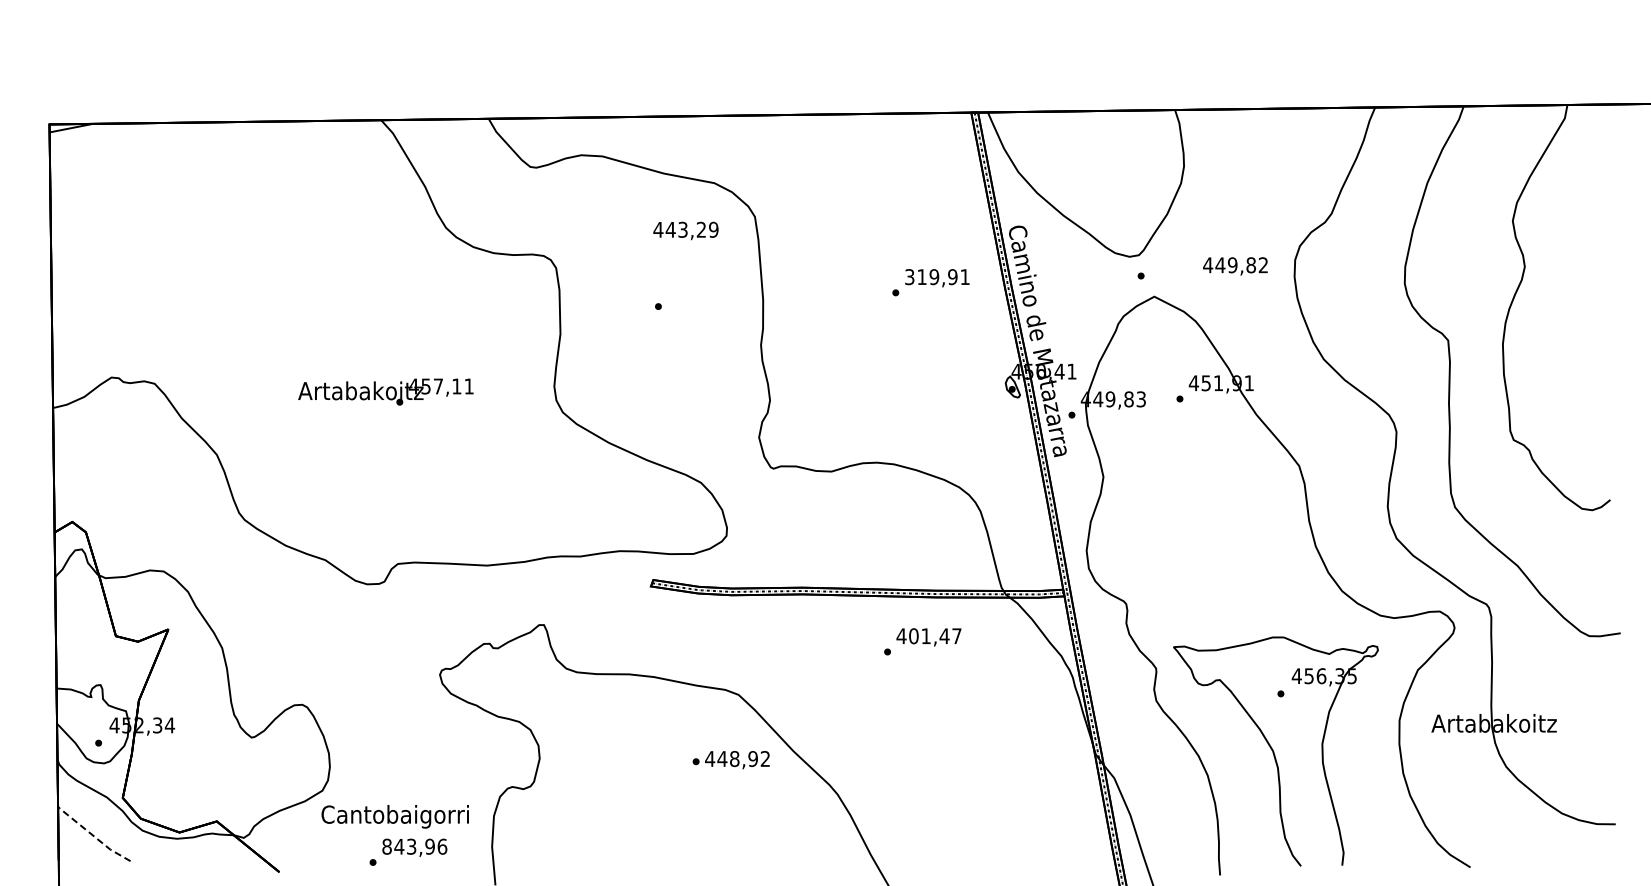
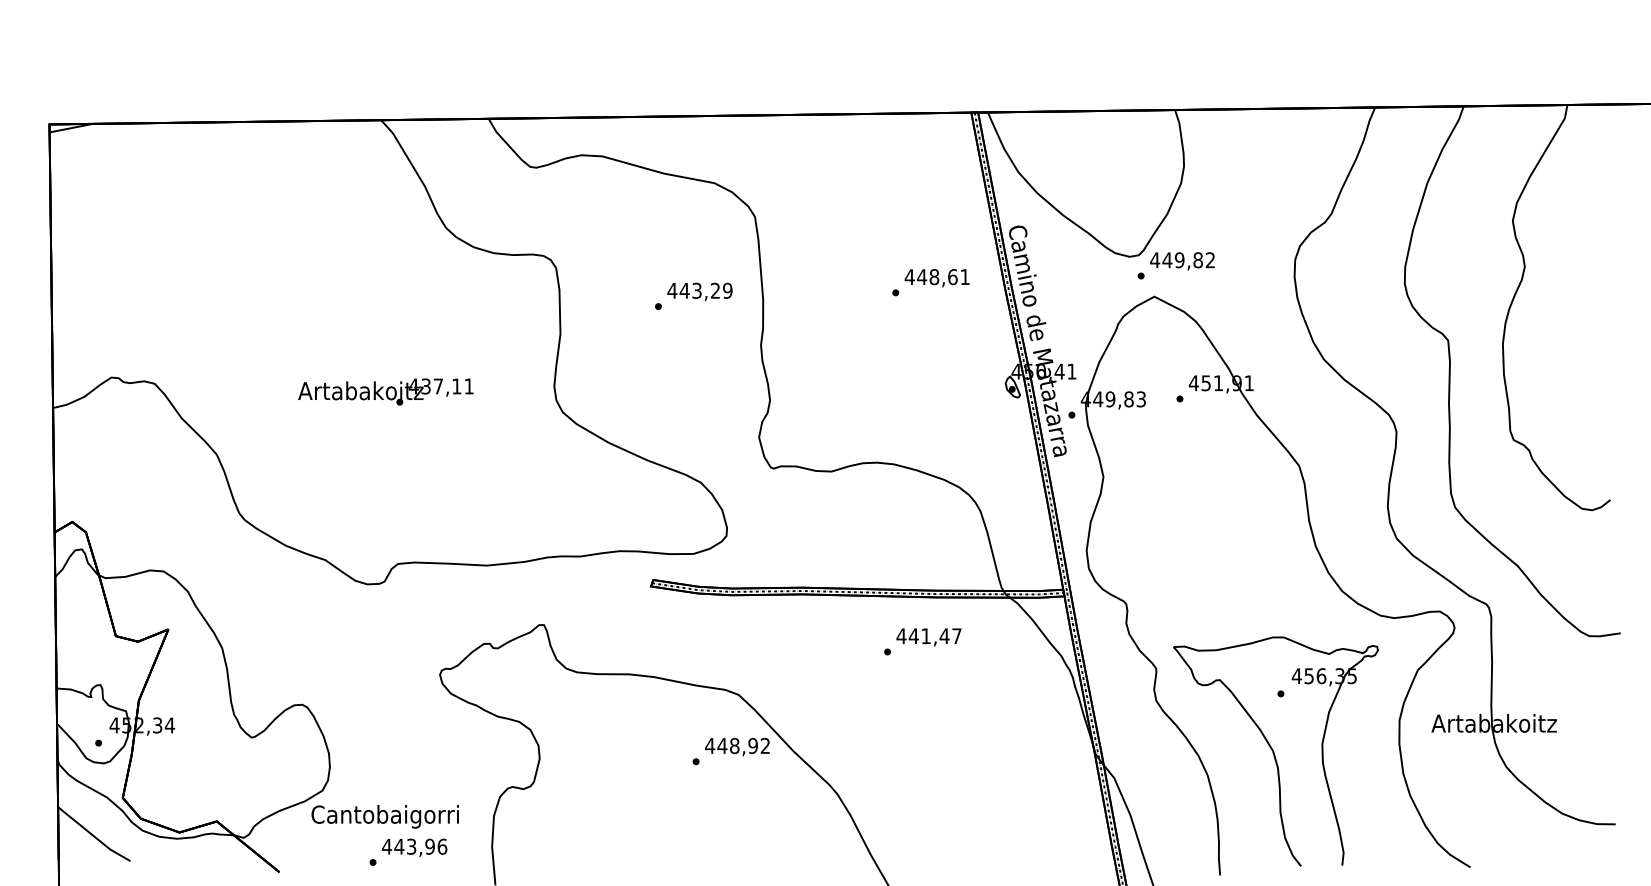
text at (685, 230) position: (685, 230) -> (699, 291)
text at (1235, 266) position: (1235, 266) -> (1182, 261)
text at (930, 277): 319,91 -> 448,61
text at (426, 385): 457,11 -> 437,11
text at (913, 636): 401,47 -> 441,47
text at (737, 760) position: (737, 760) -> (737, 747)
text at (394, 816) position: (394, 816) -> (384, 816)
line at (93, 835): dashed -> solid
text at (387, 846): 843,96 -> 443,96
